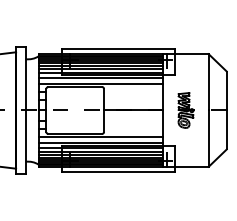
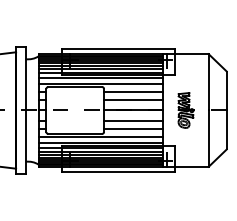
line at (133, 91): none -> present
line at (133, 100): none -> present
line at (133, 120): none -> present
line at (133, 129): none -> present
